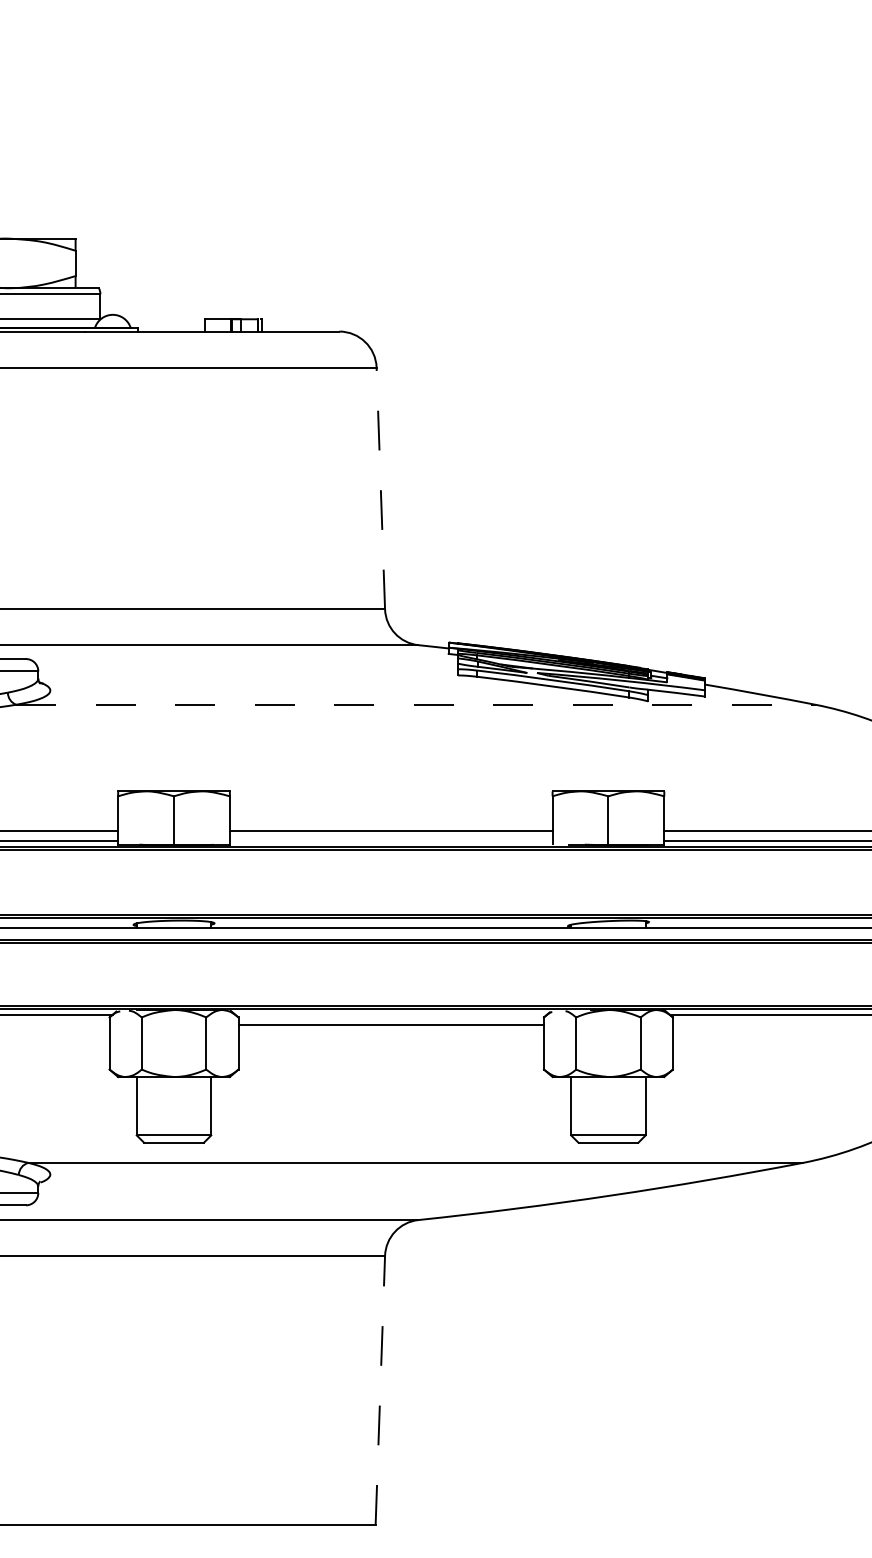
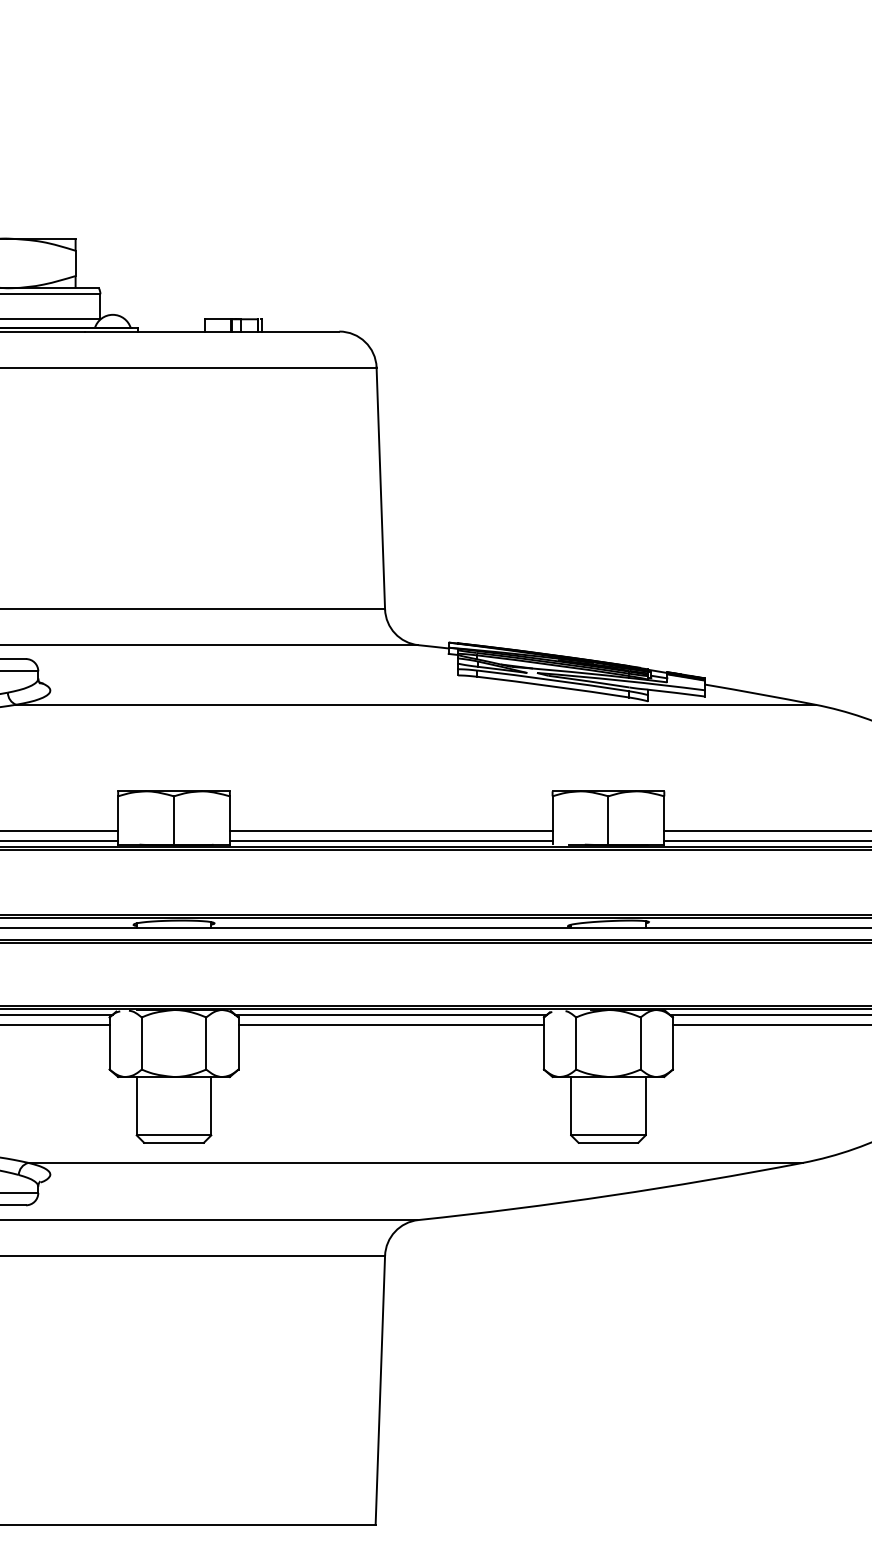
line at (380, 488): dashed -> solid
line at (415, 704): dashed -> solid
line at (390, 840): none -> present
line at (391, 1014): none -> present
line at (55, 1024): none -> present
line at (770, 1024): none -> present
line at (380, 1390): dashed -> solid
